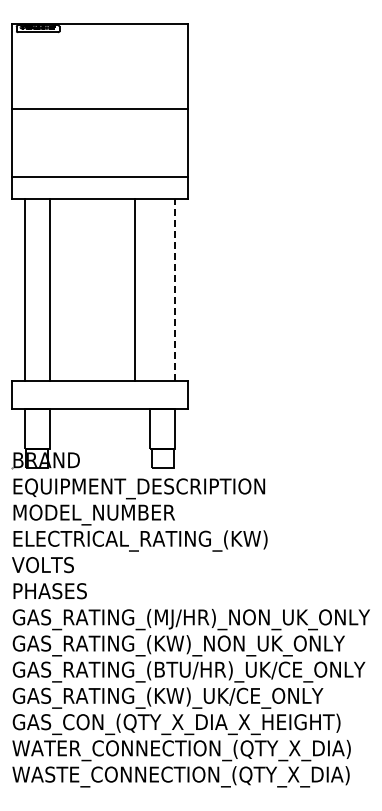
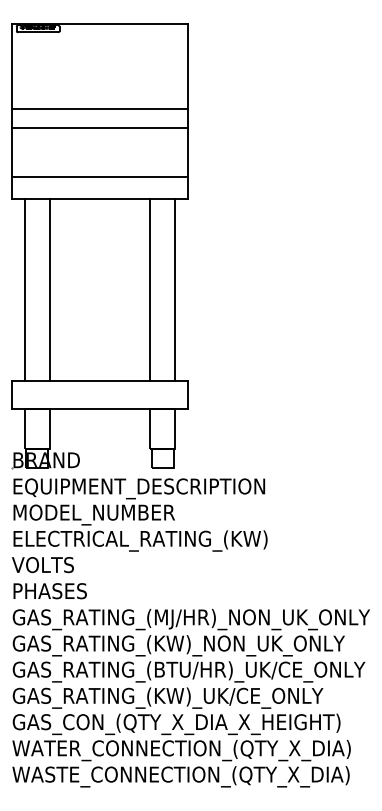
line at (99, 128): none -> present
line at (135, 289) position: (135, 289) -> (150, 289)
line at (175, 289): dashed -> solid
